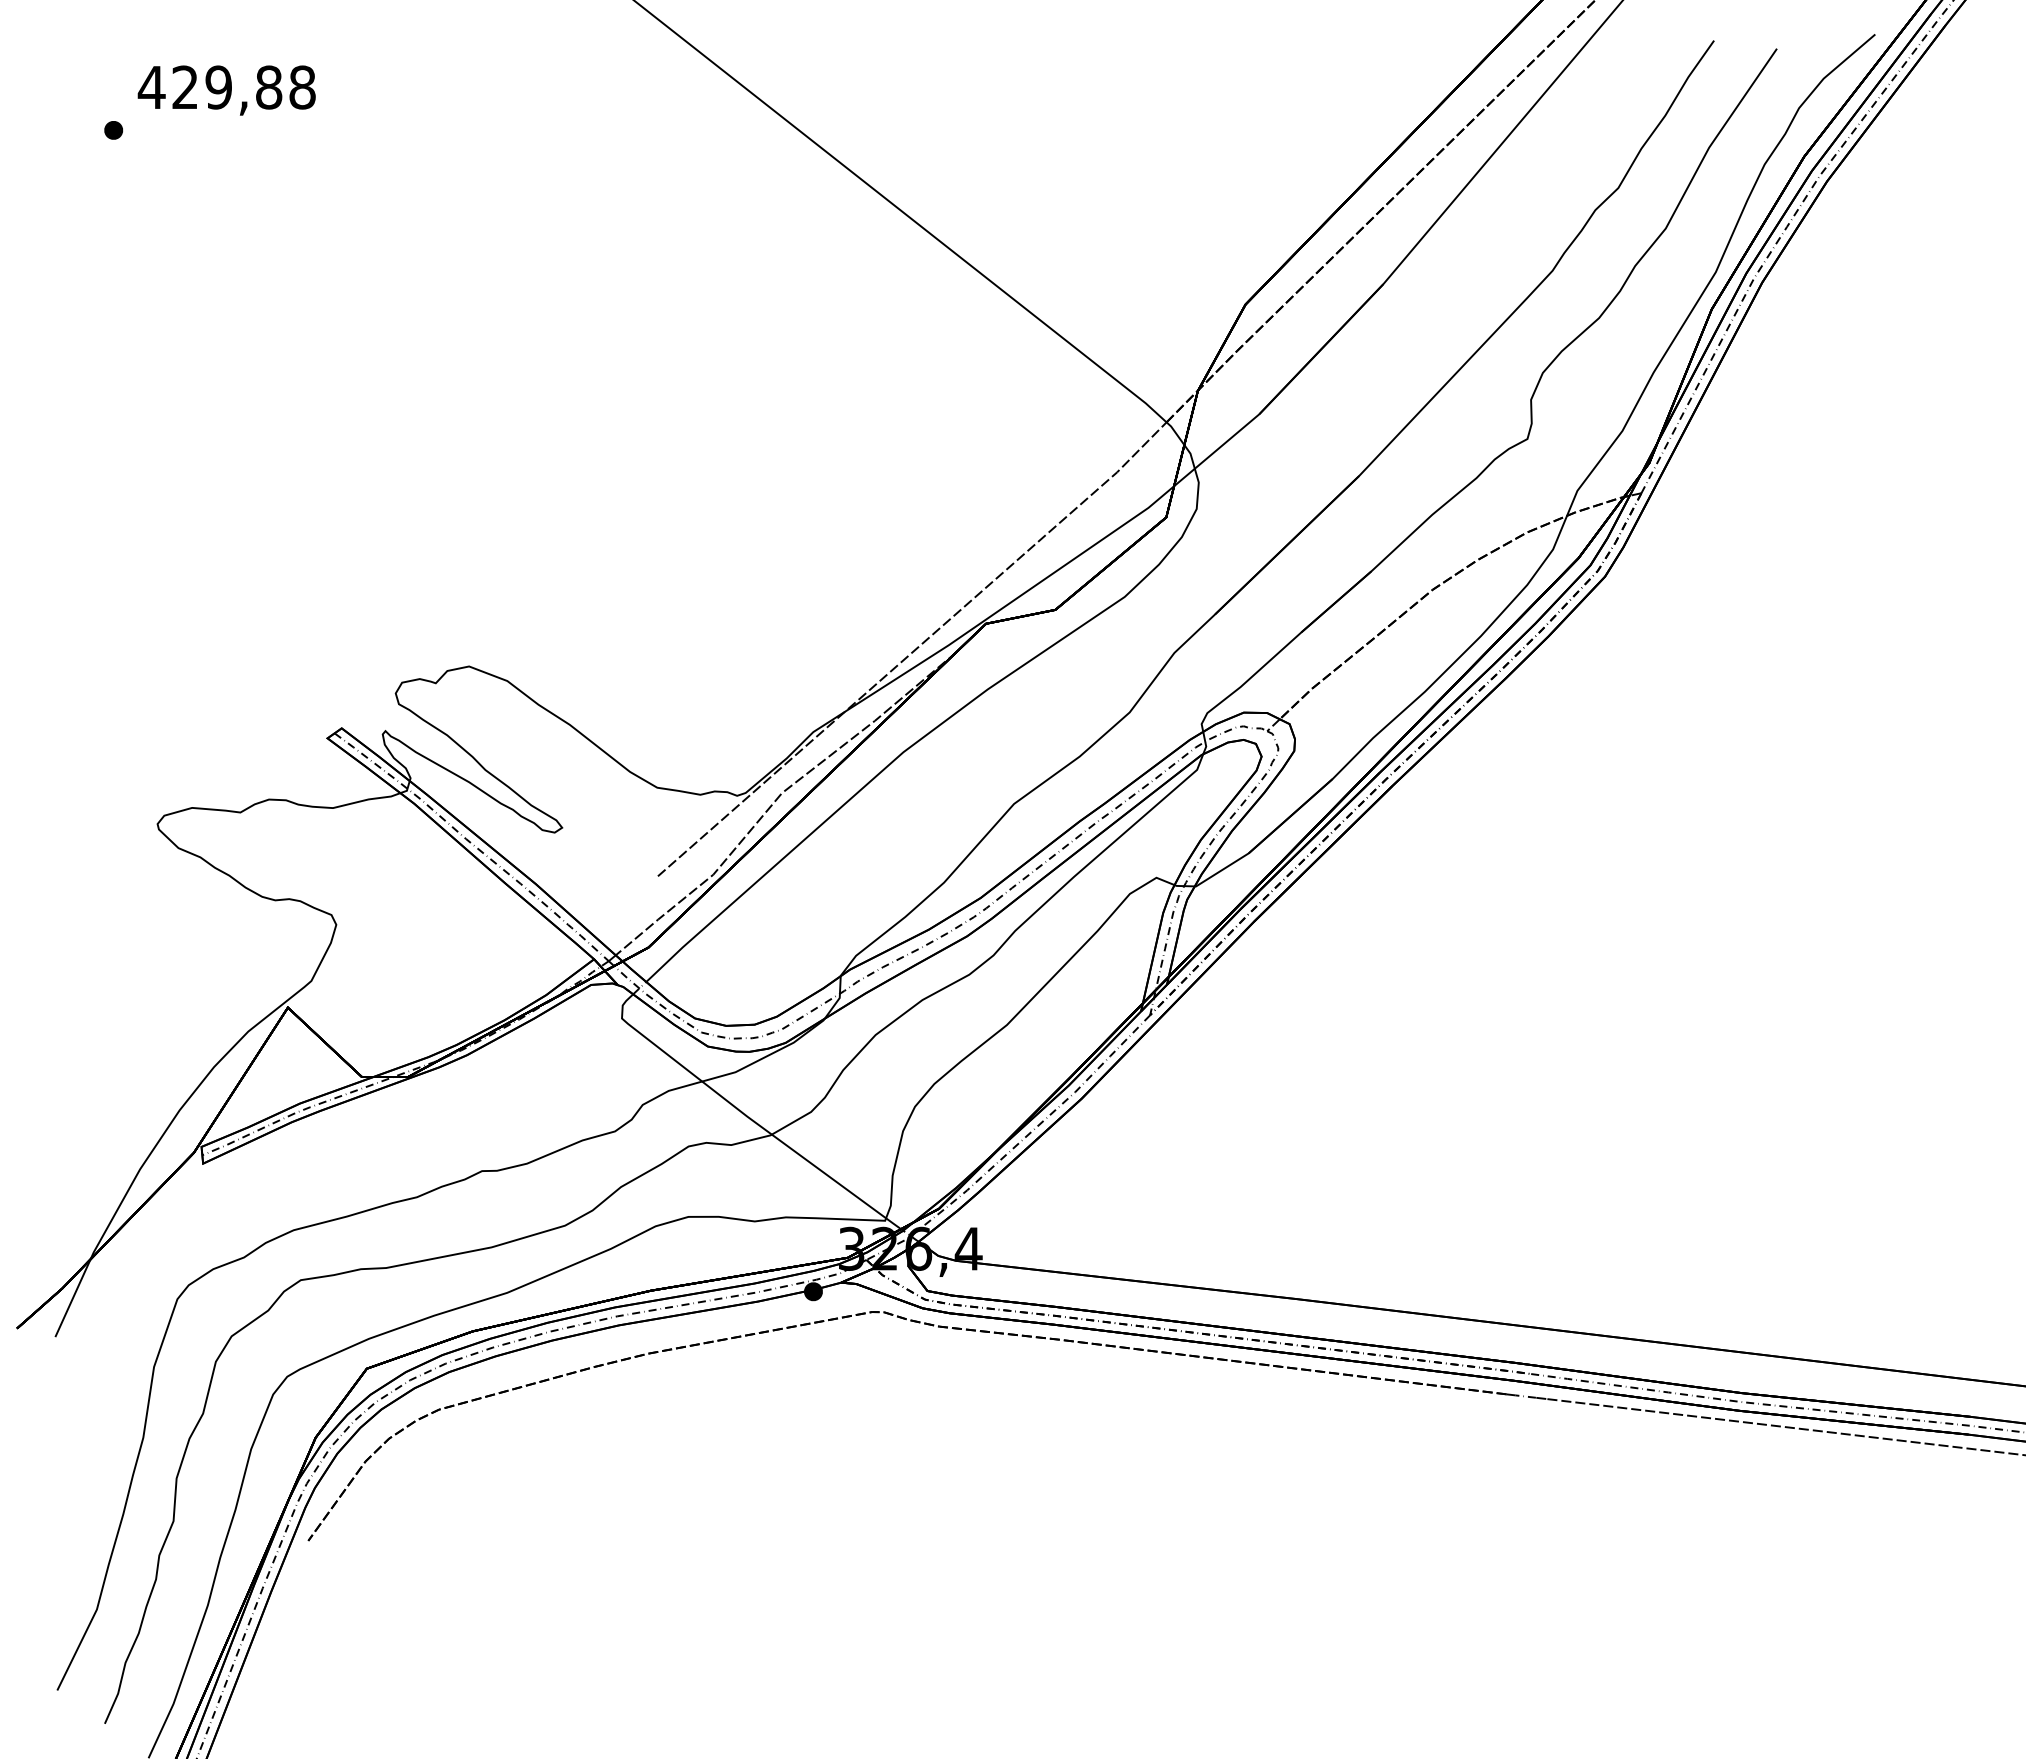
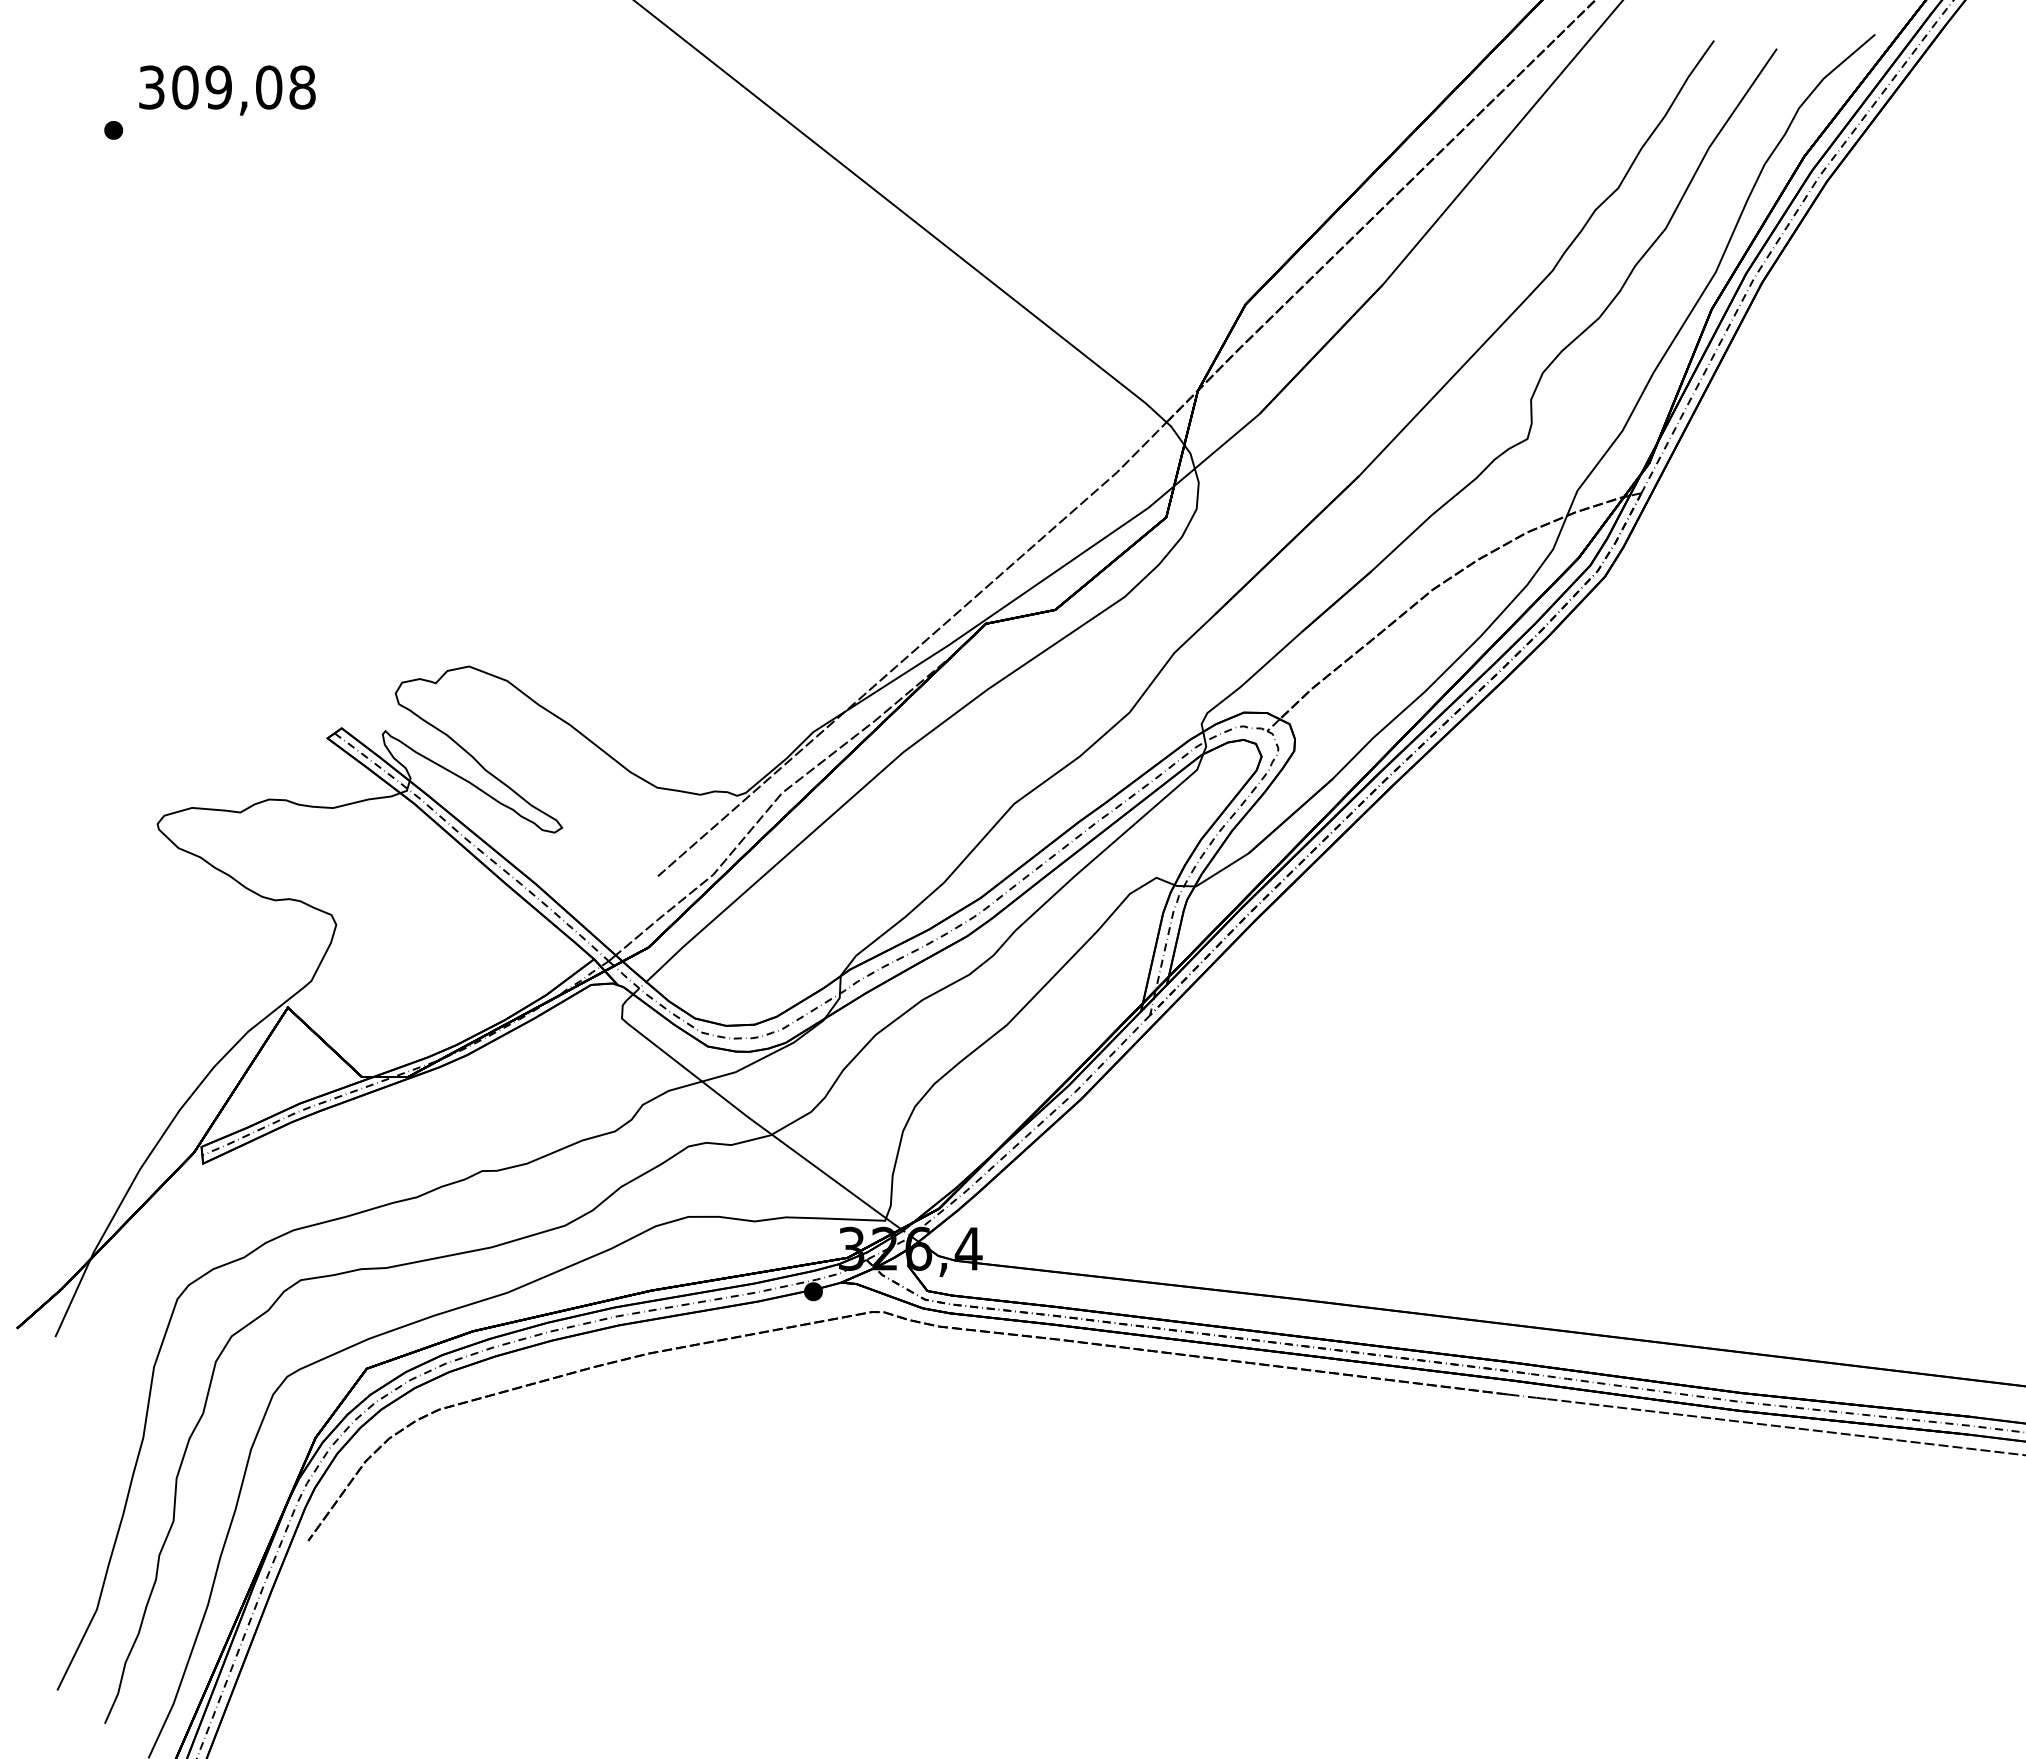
text at (209, 87): 429,88 -> 309,08
